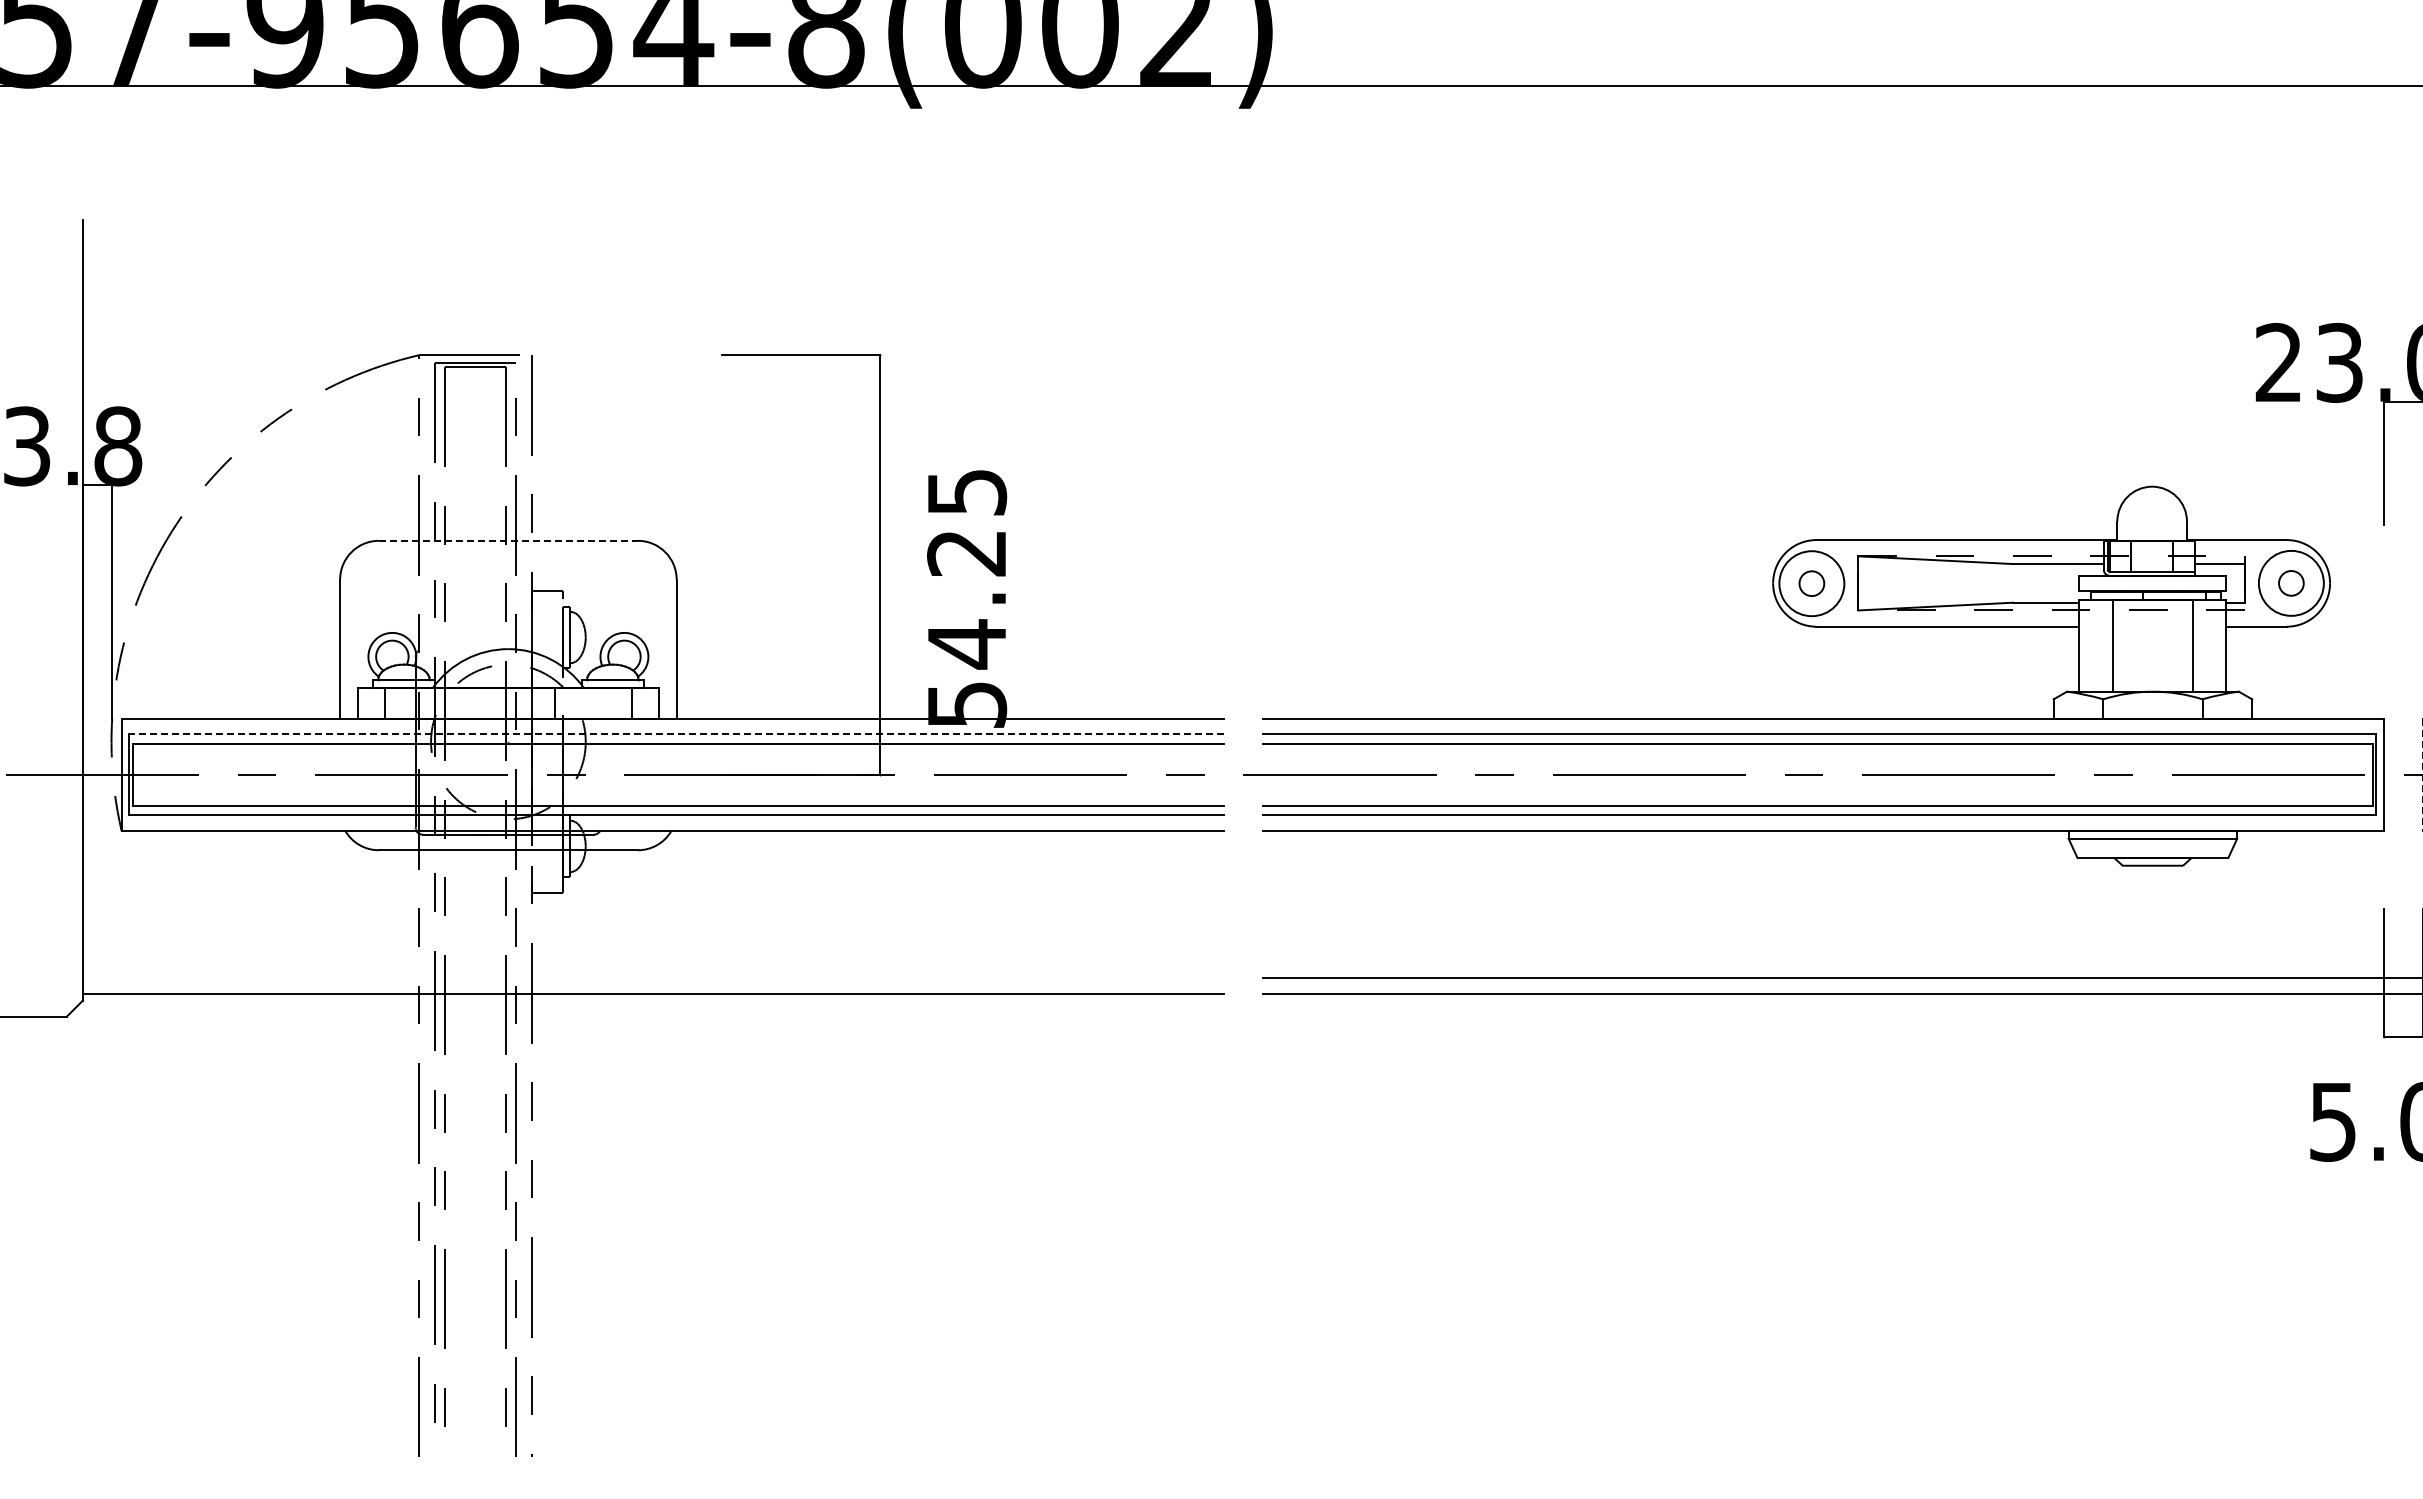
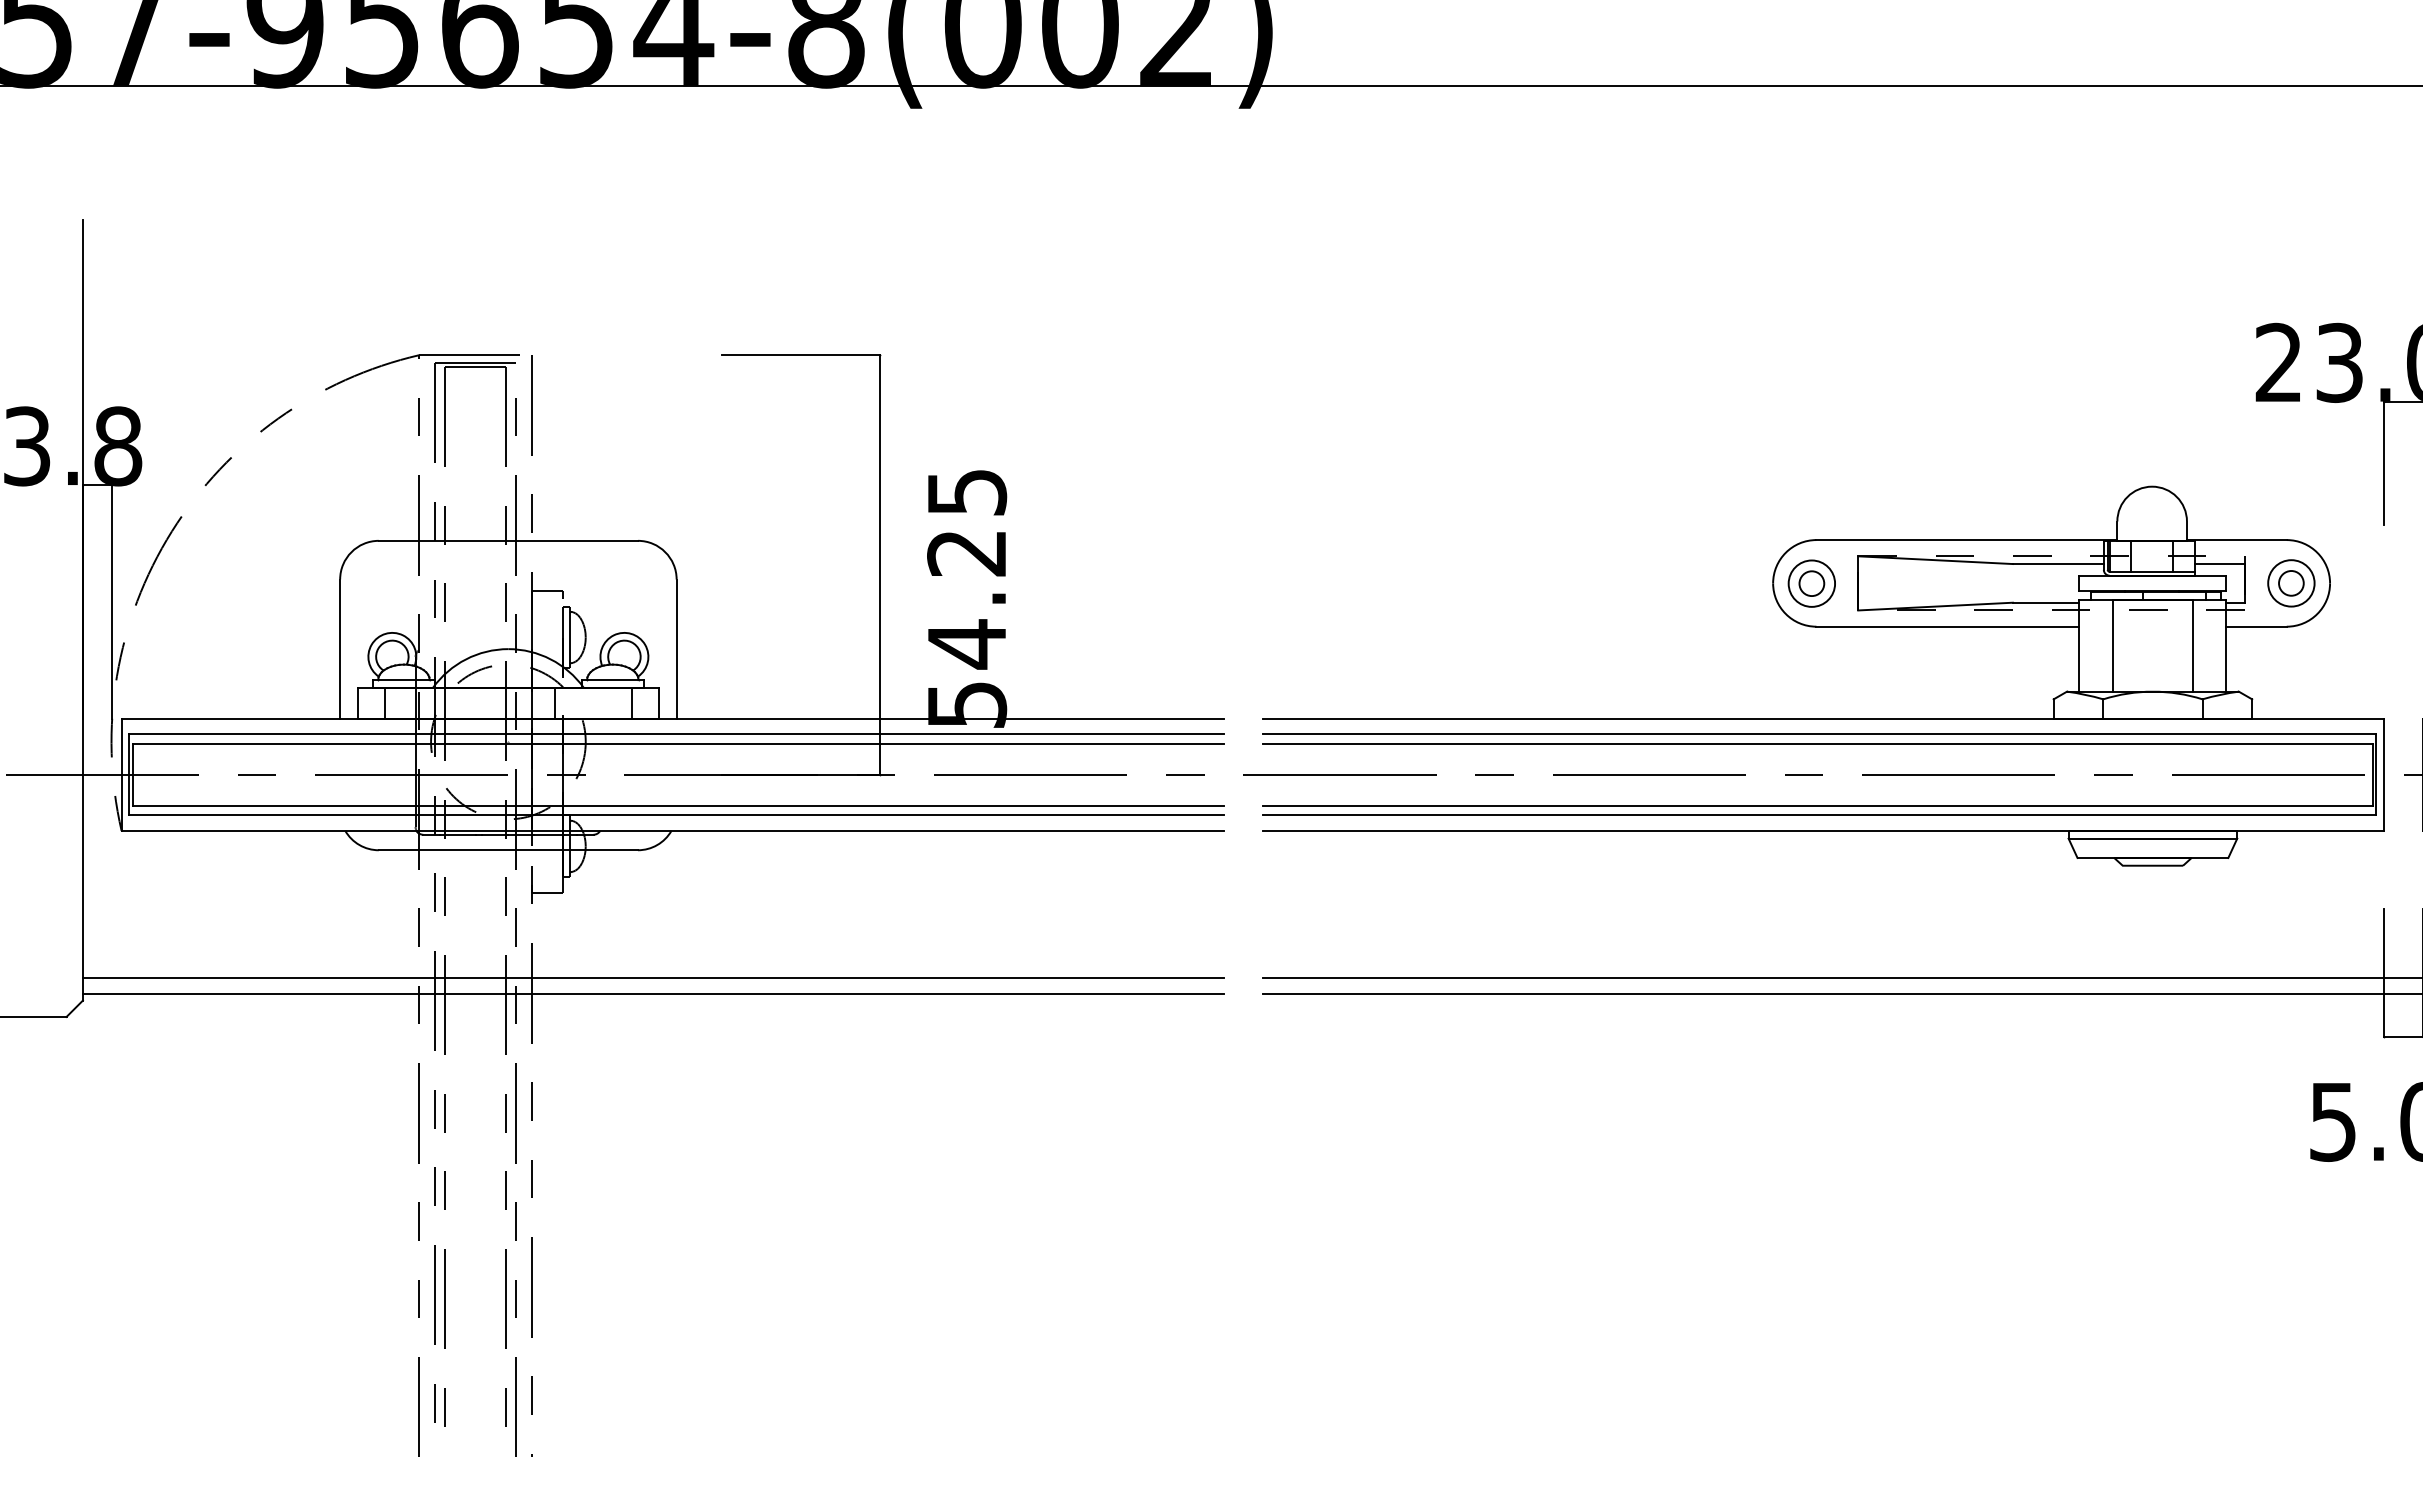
line at (508, 540): dashed -> solid
circle at (2290, 582) diameter: 65 px -> 46 px
circle at (1811, 583) diameter: 65 px -> 46 px
line at (676, 734): dashed -> solid
line at (2422, 775): dashed -> solid
line at (652, 977): none -> present
